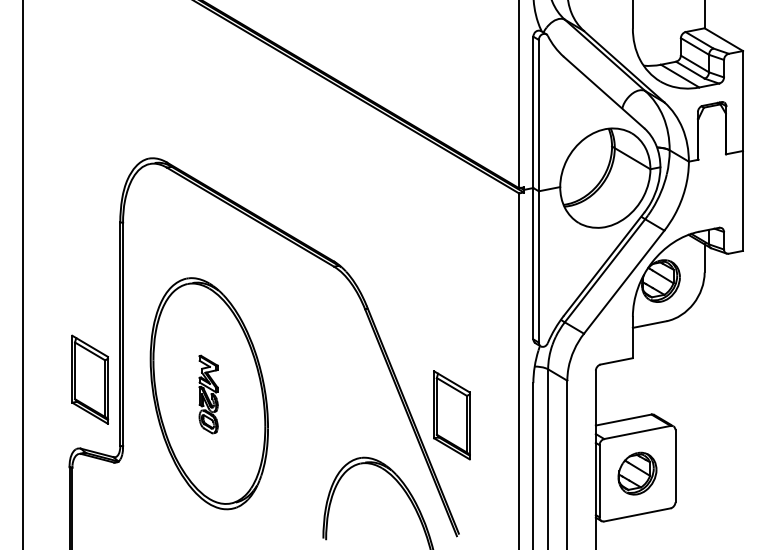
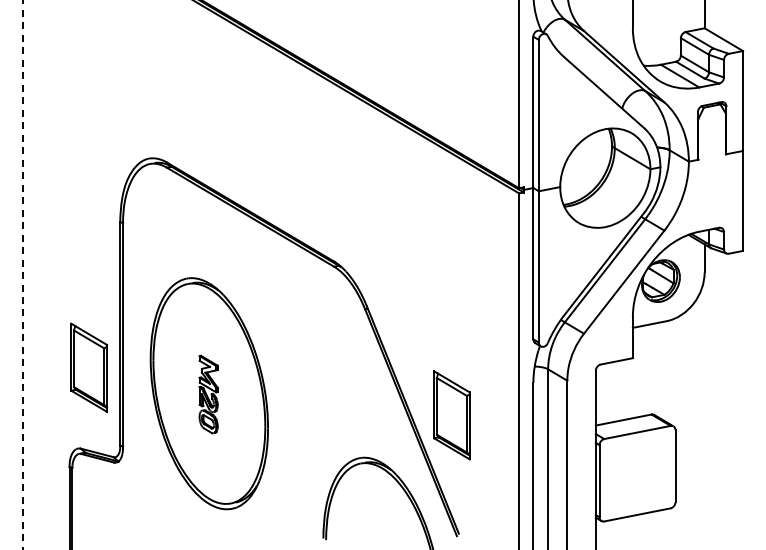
line at (22, 274): solid -> dashed
part at (90, 379) position: (90, 379) -> (89, 367)
part at (637, 473): present -> none
